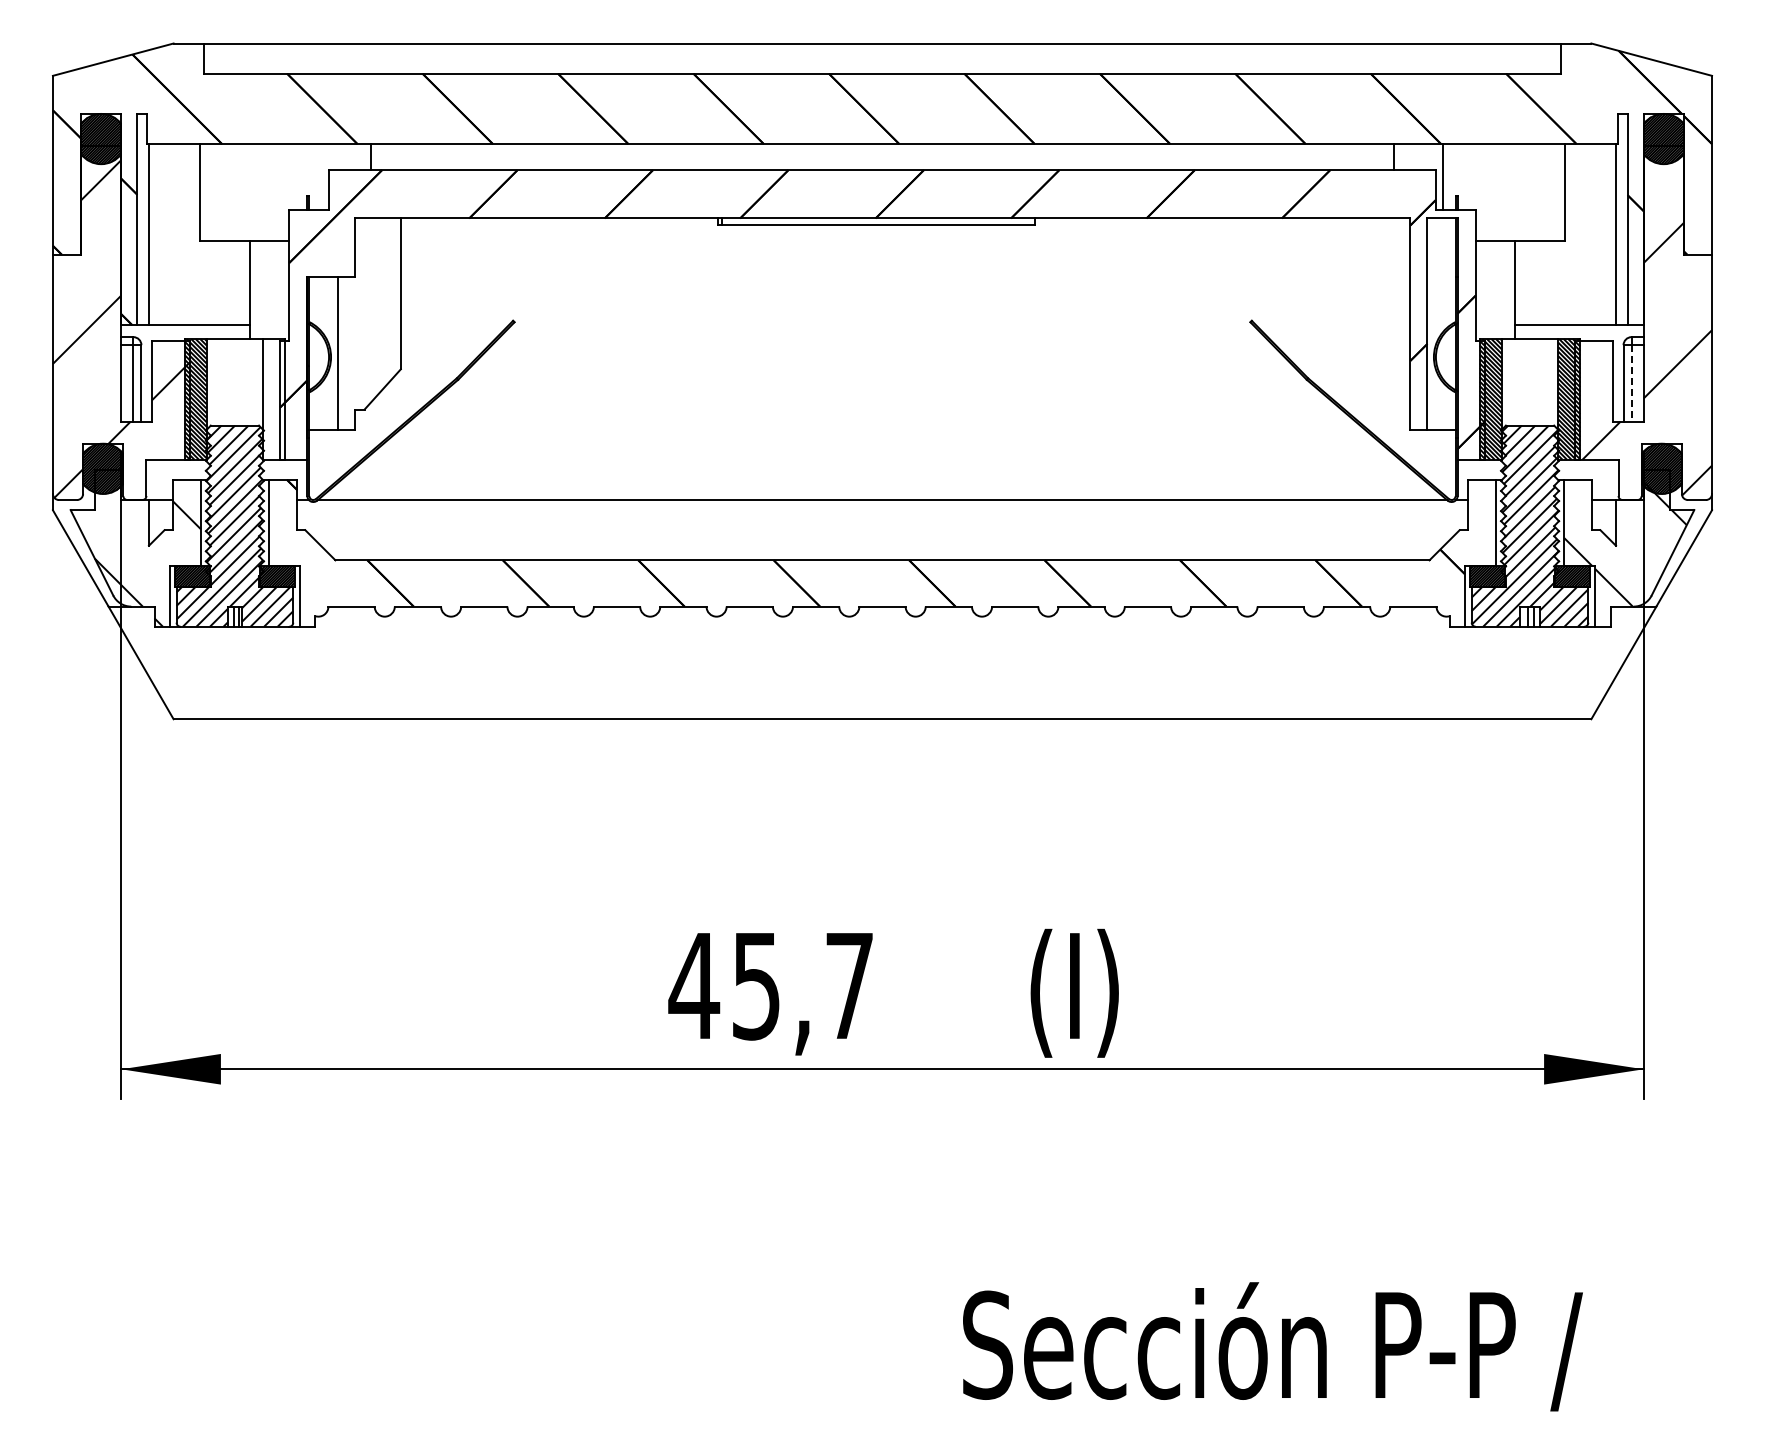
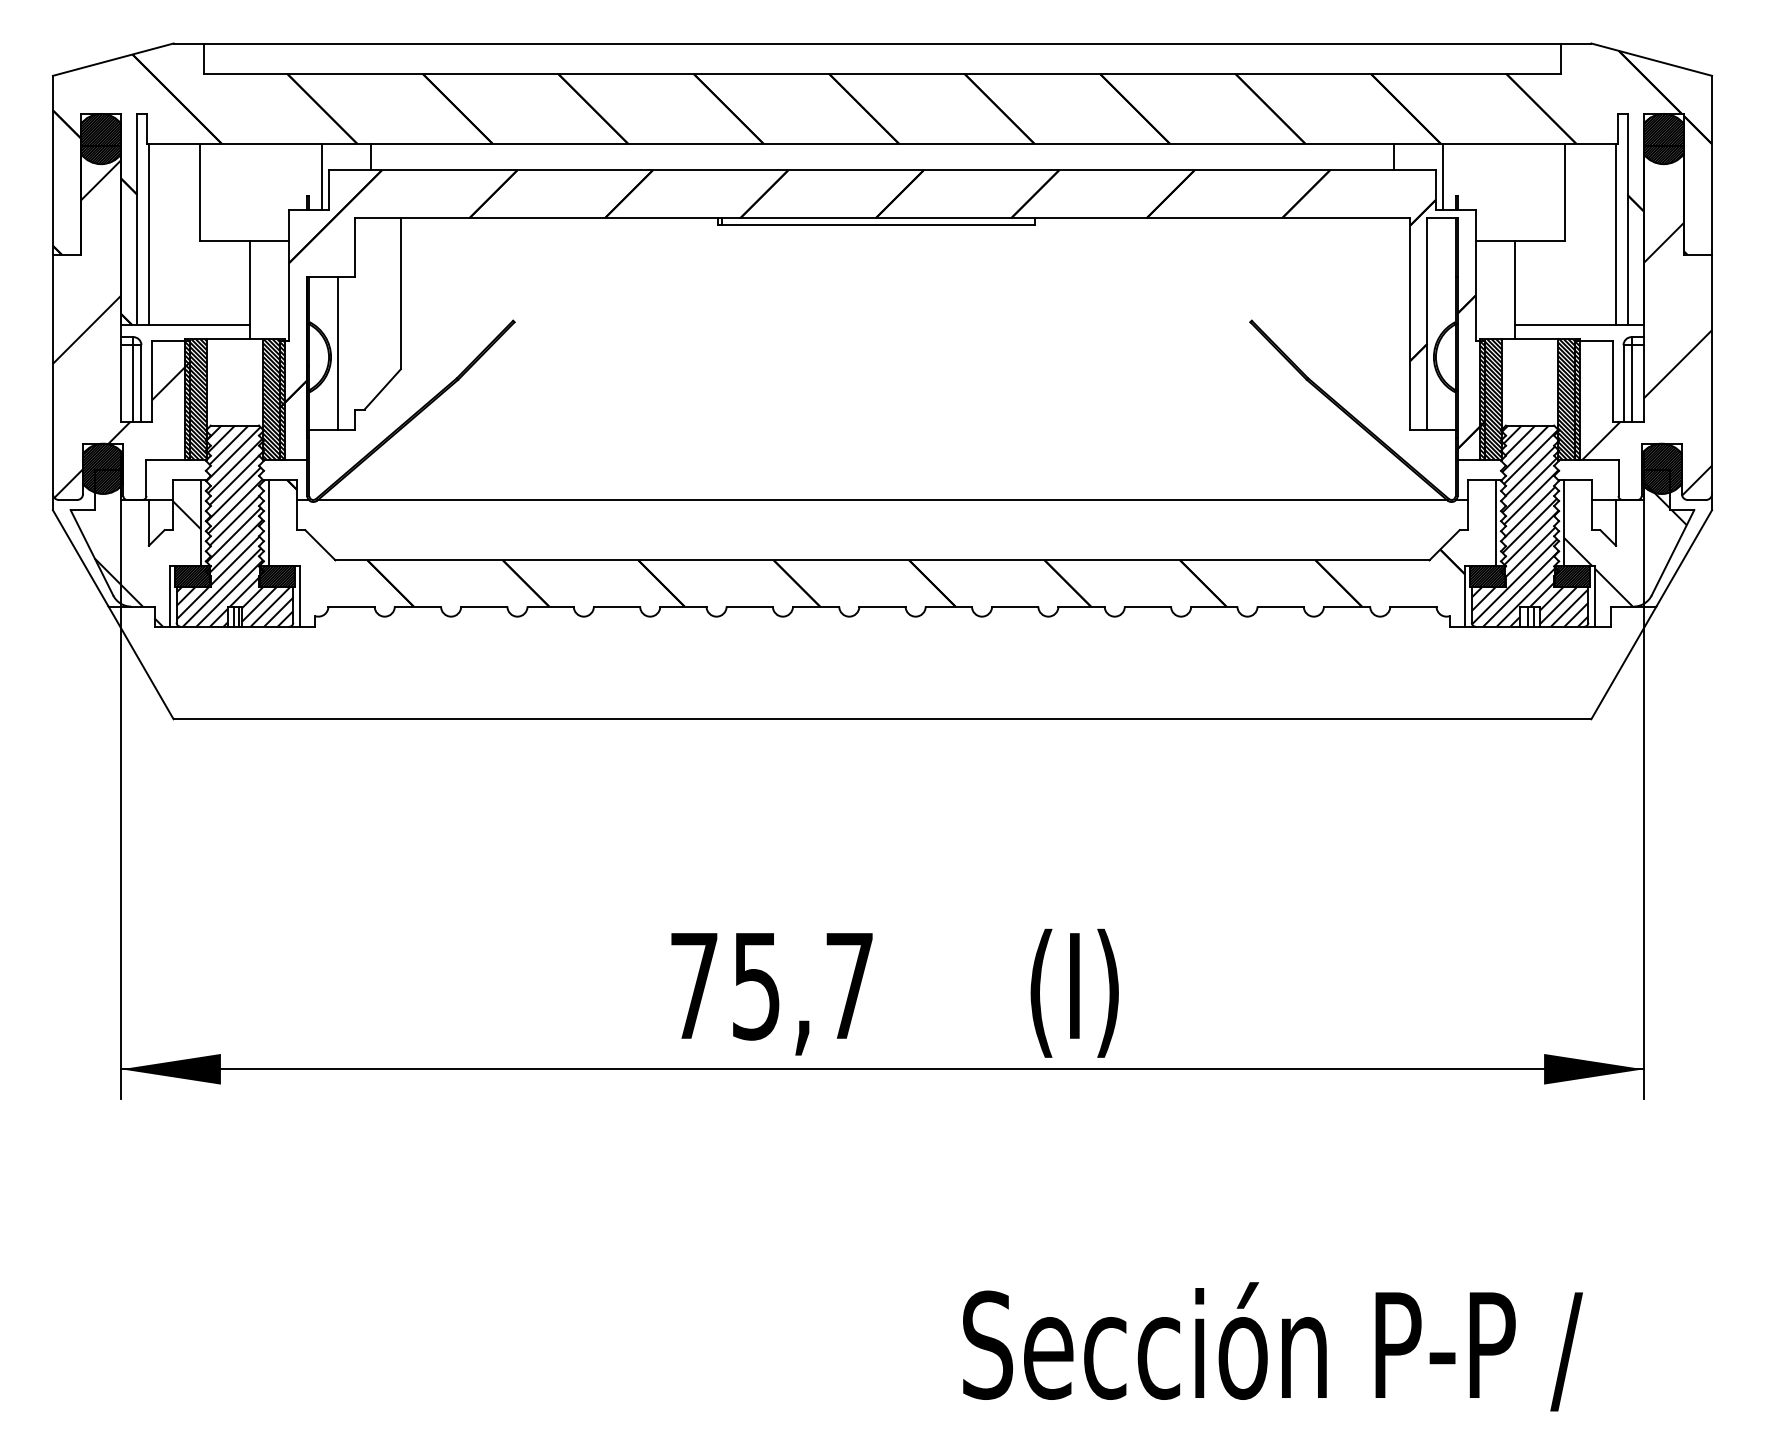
line at (322, 177): none -> present
line at (1631, 383): dashed -> solid
hatch at (274, 399): none -> present
text at (694, 985): 45,7 -> 75,7
